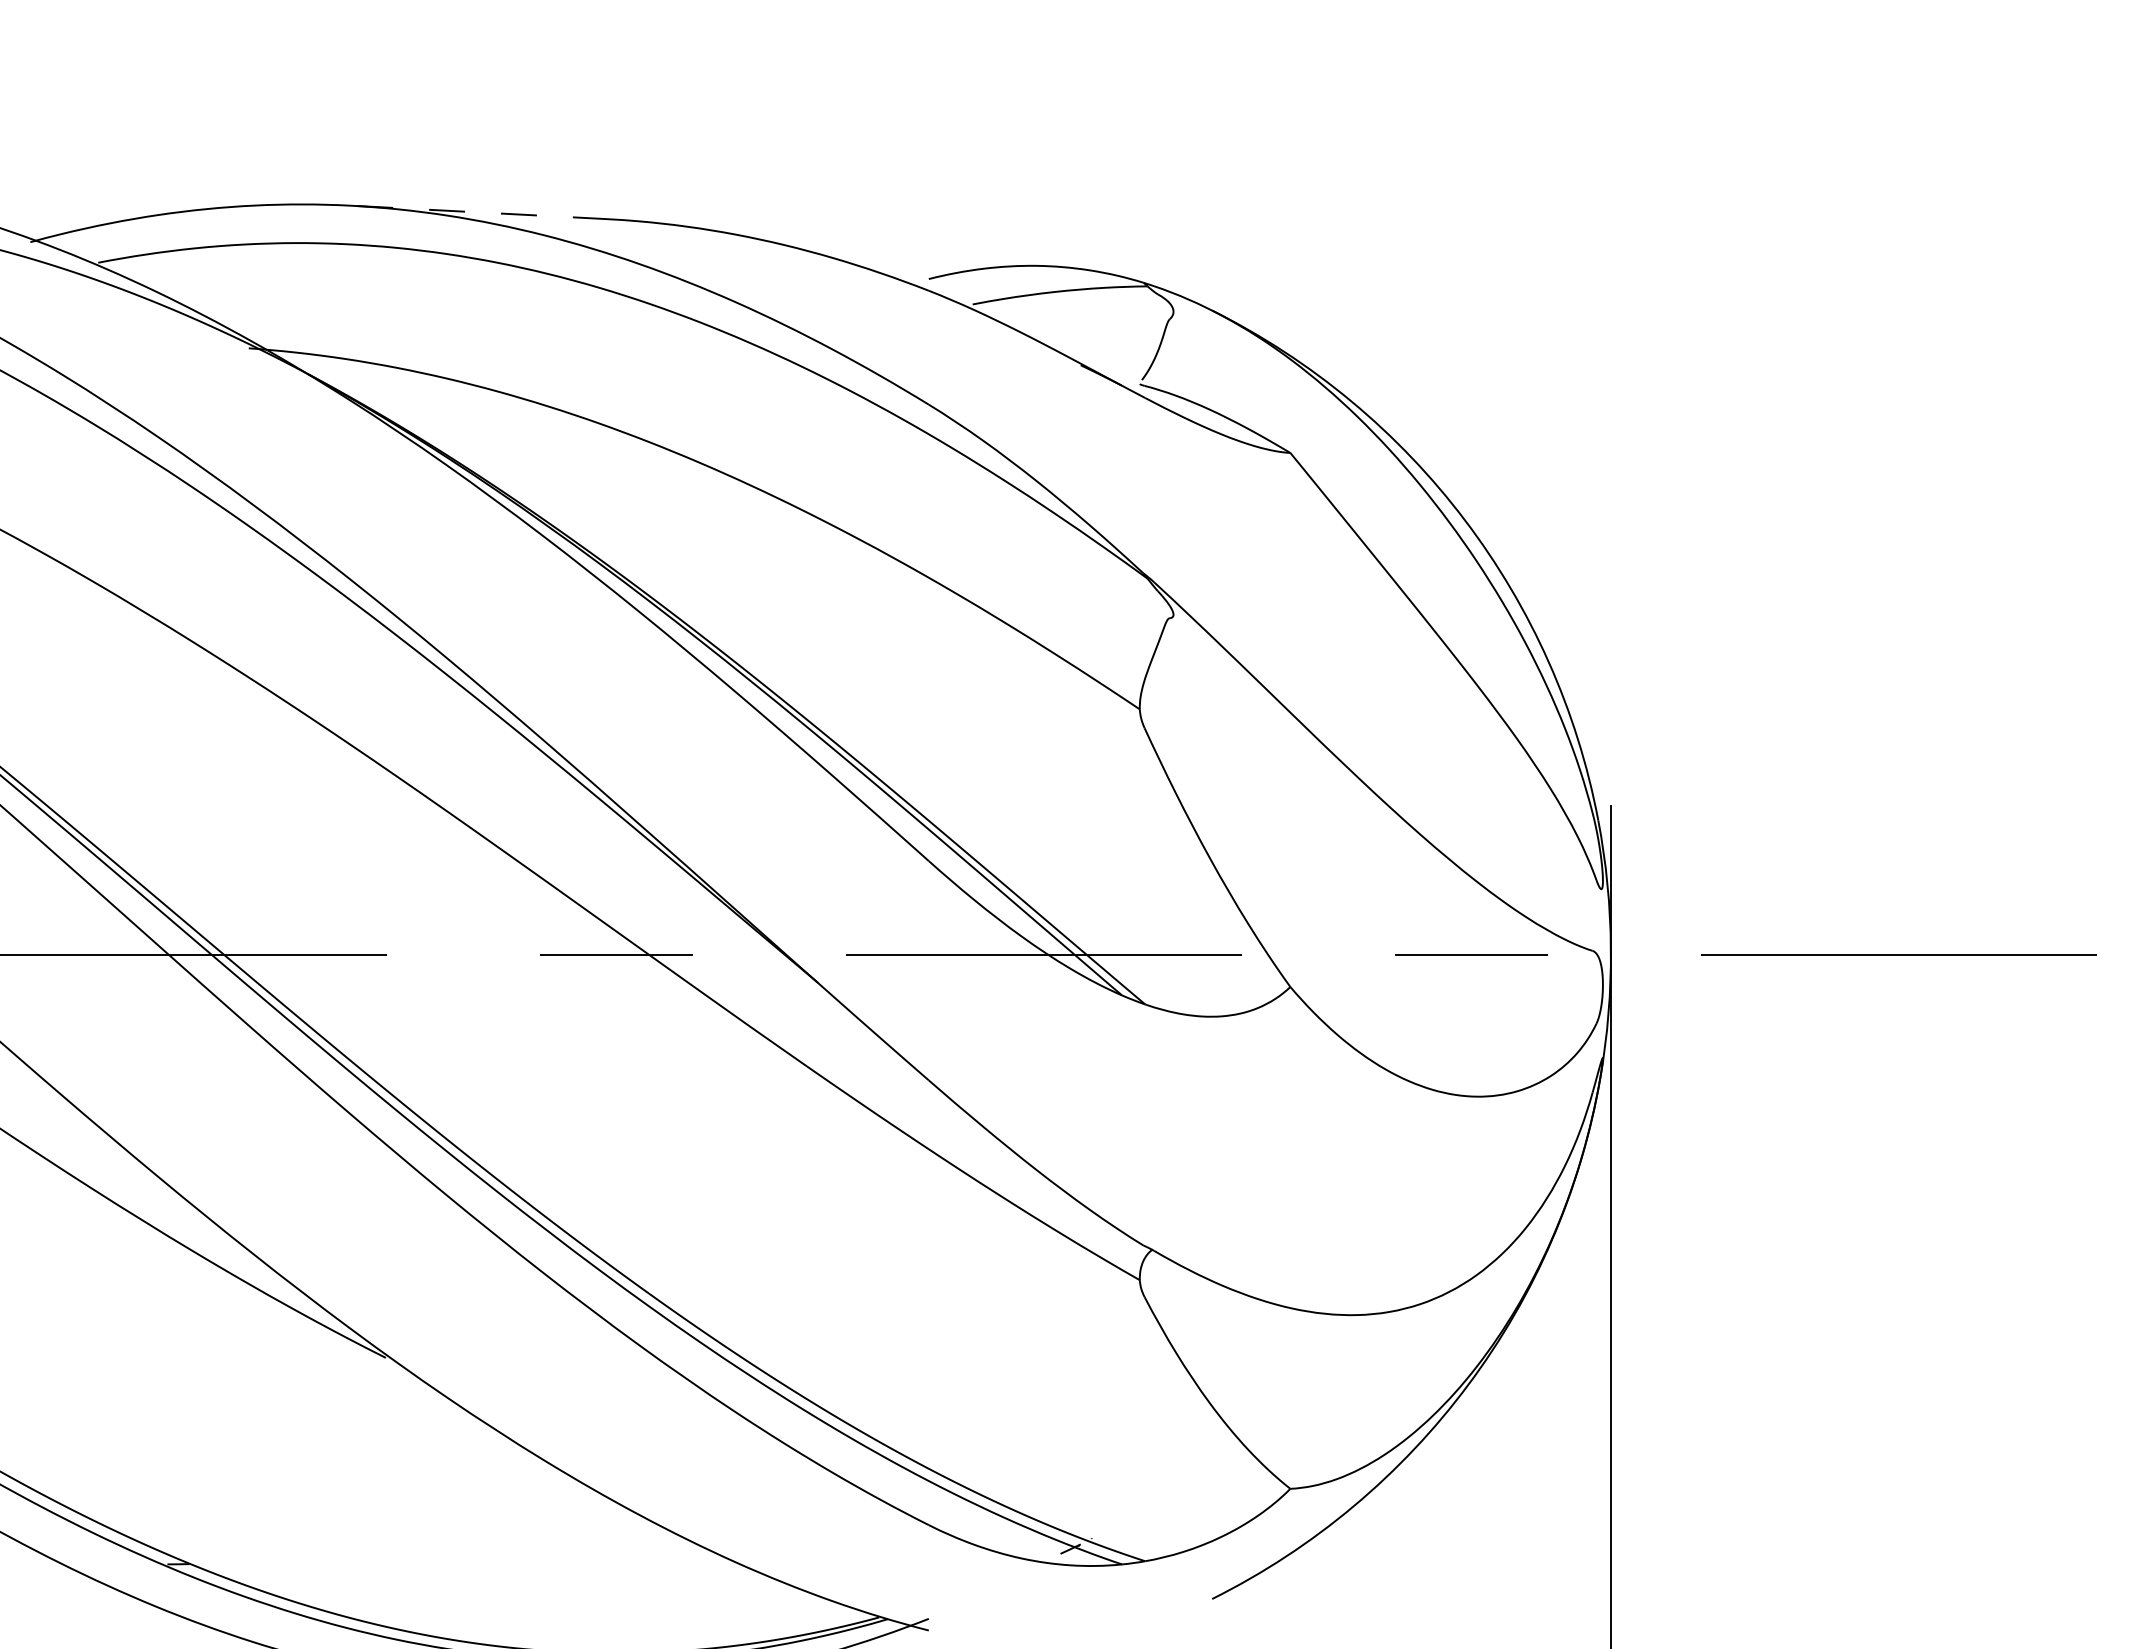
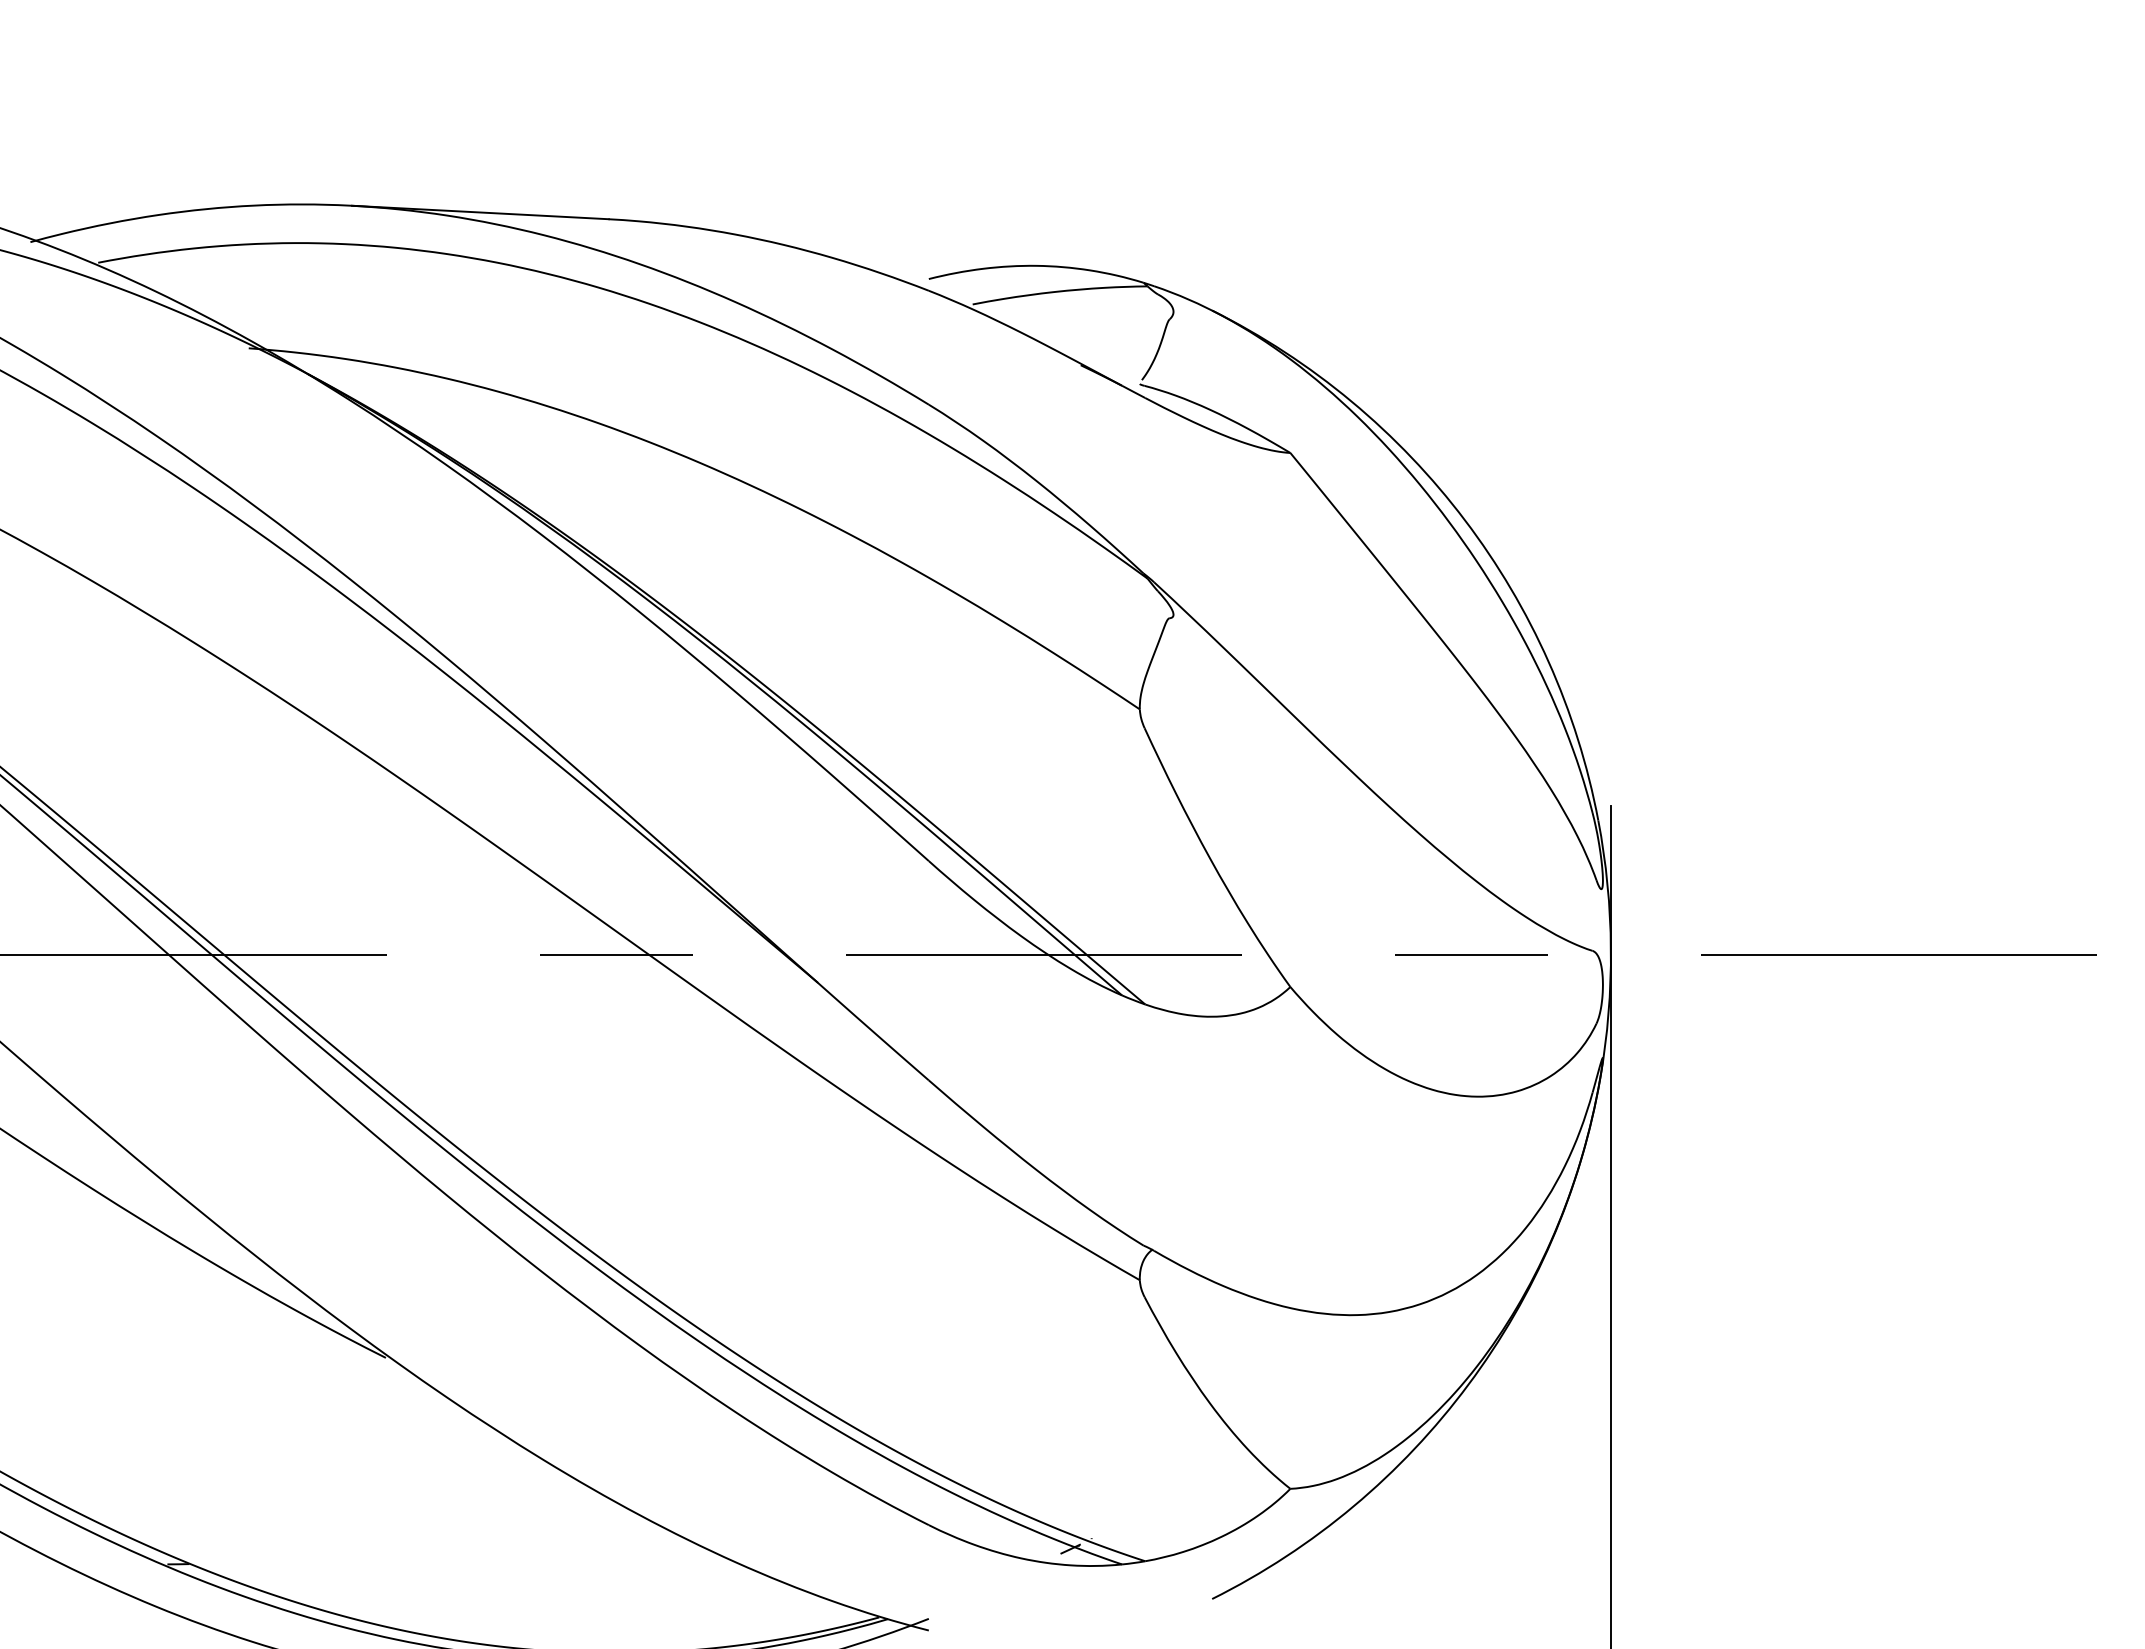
line at (480, 212): dashed -> solid
